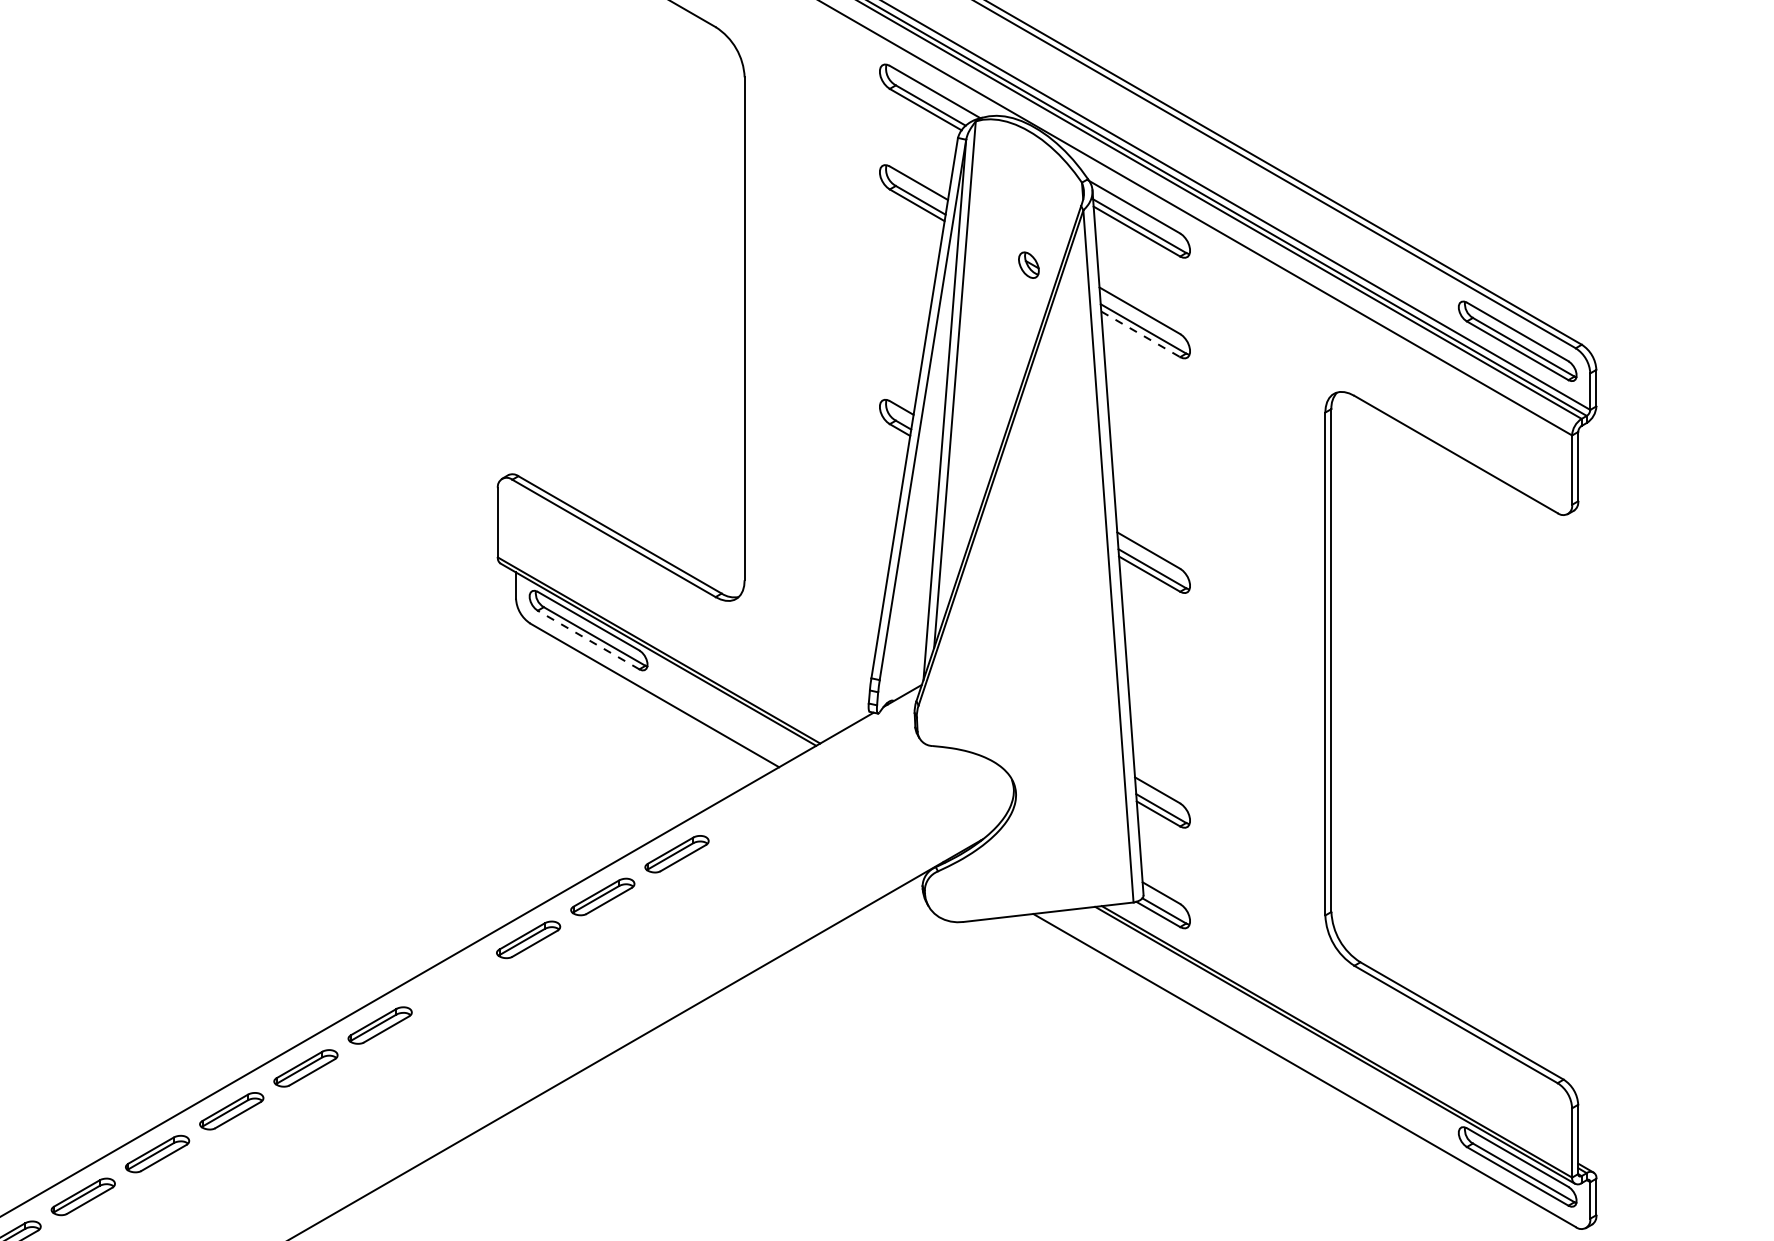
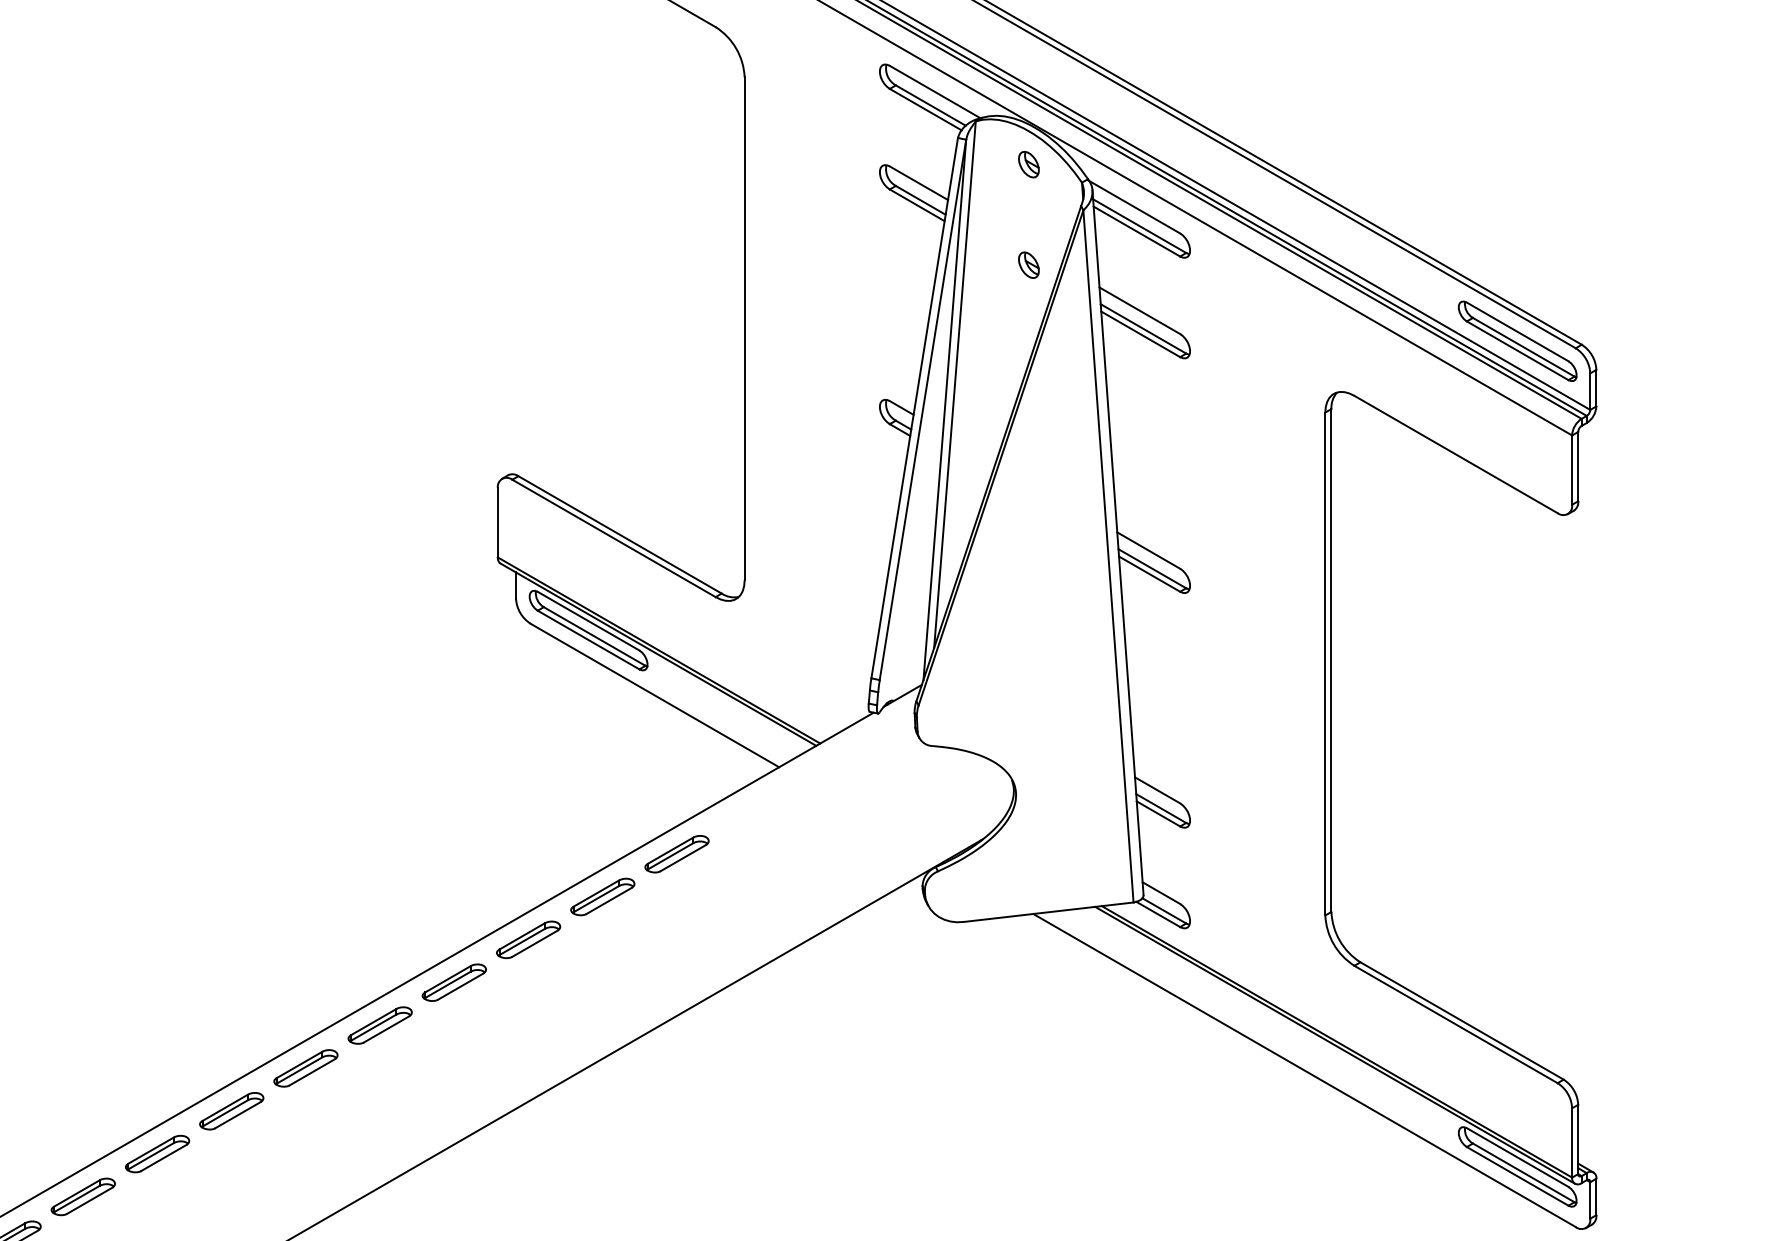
part at (1028, 164): none -> present
line at (1140, 334): dashed -> solid
line at (588, 640): dashed -> solid
part at (453, 982): none -> present
